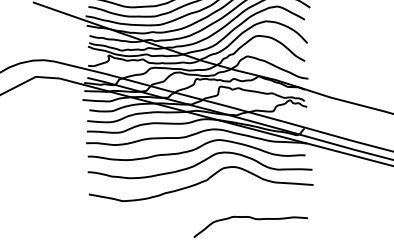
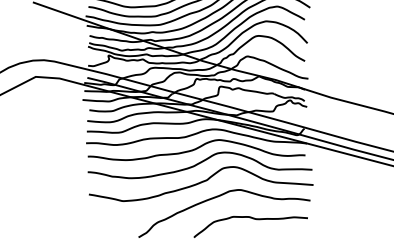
curve at (218, 197): none -> present
